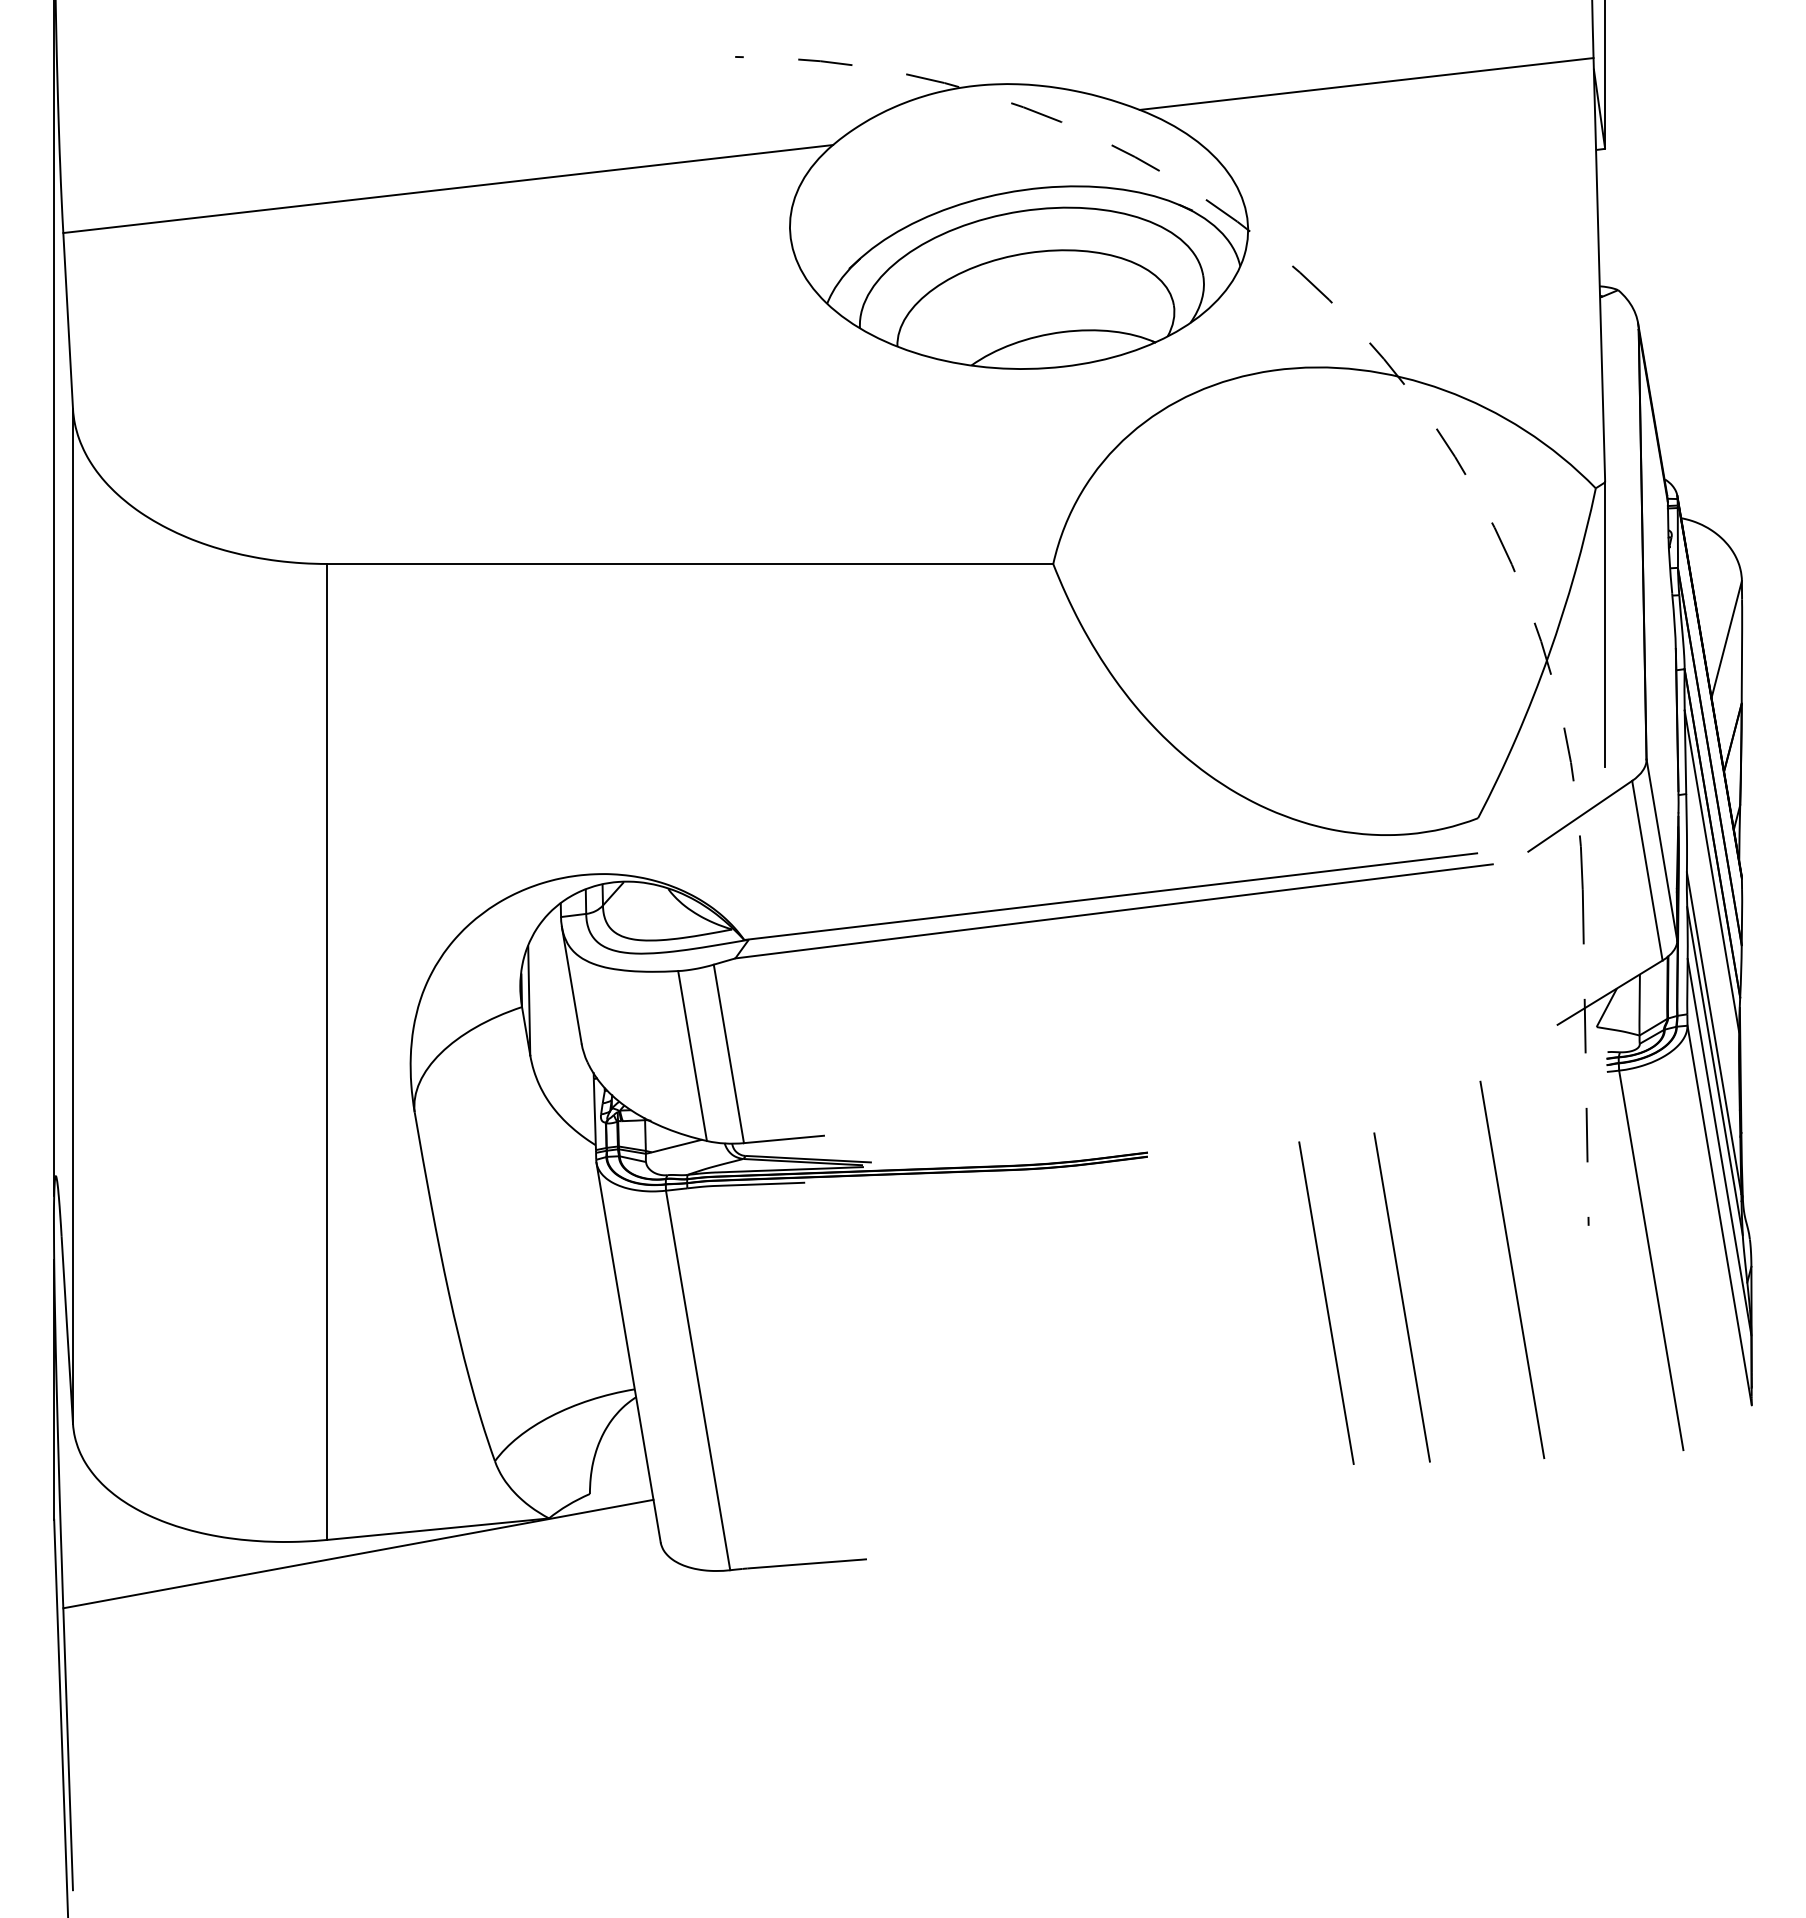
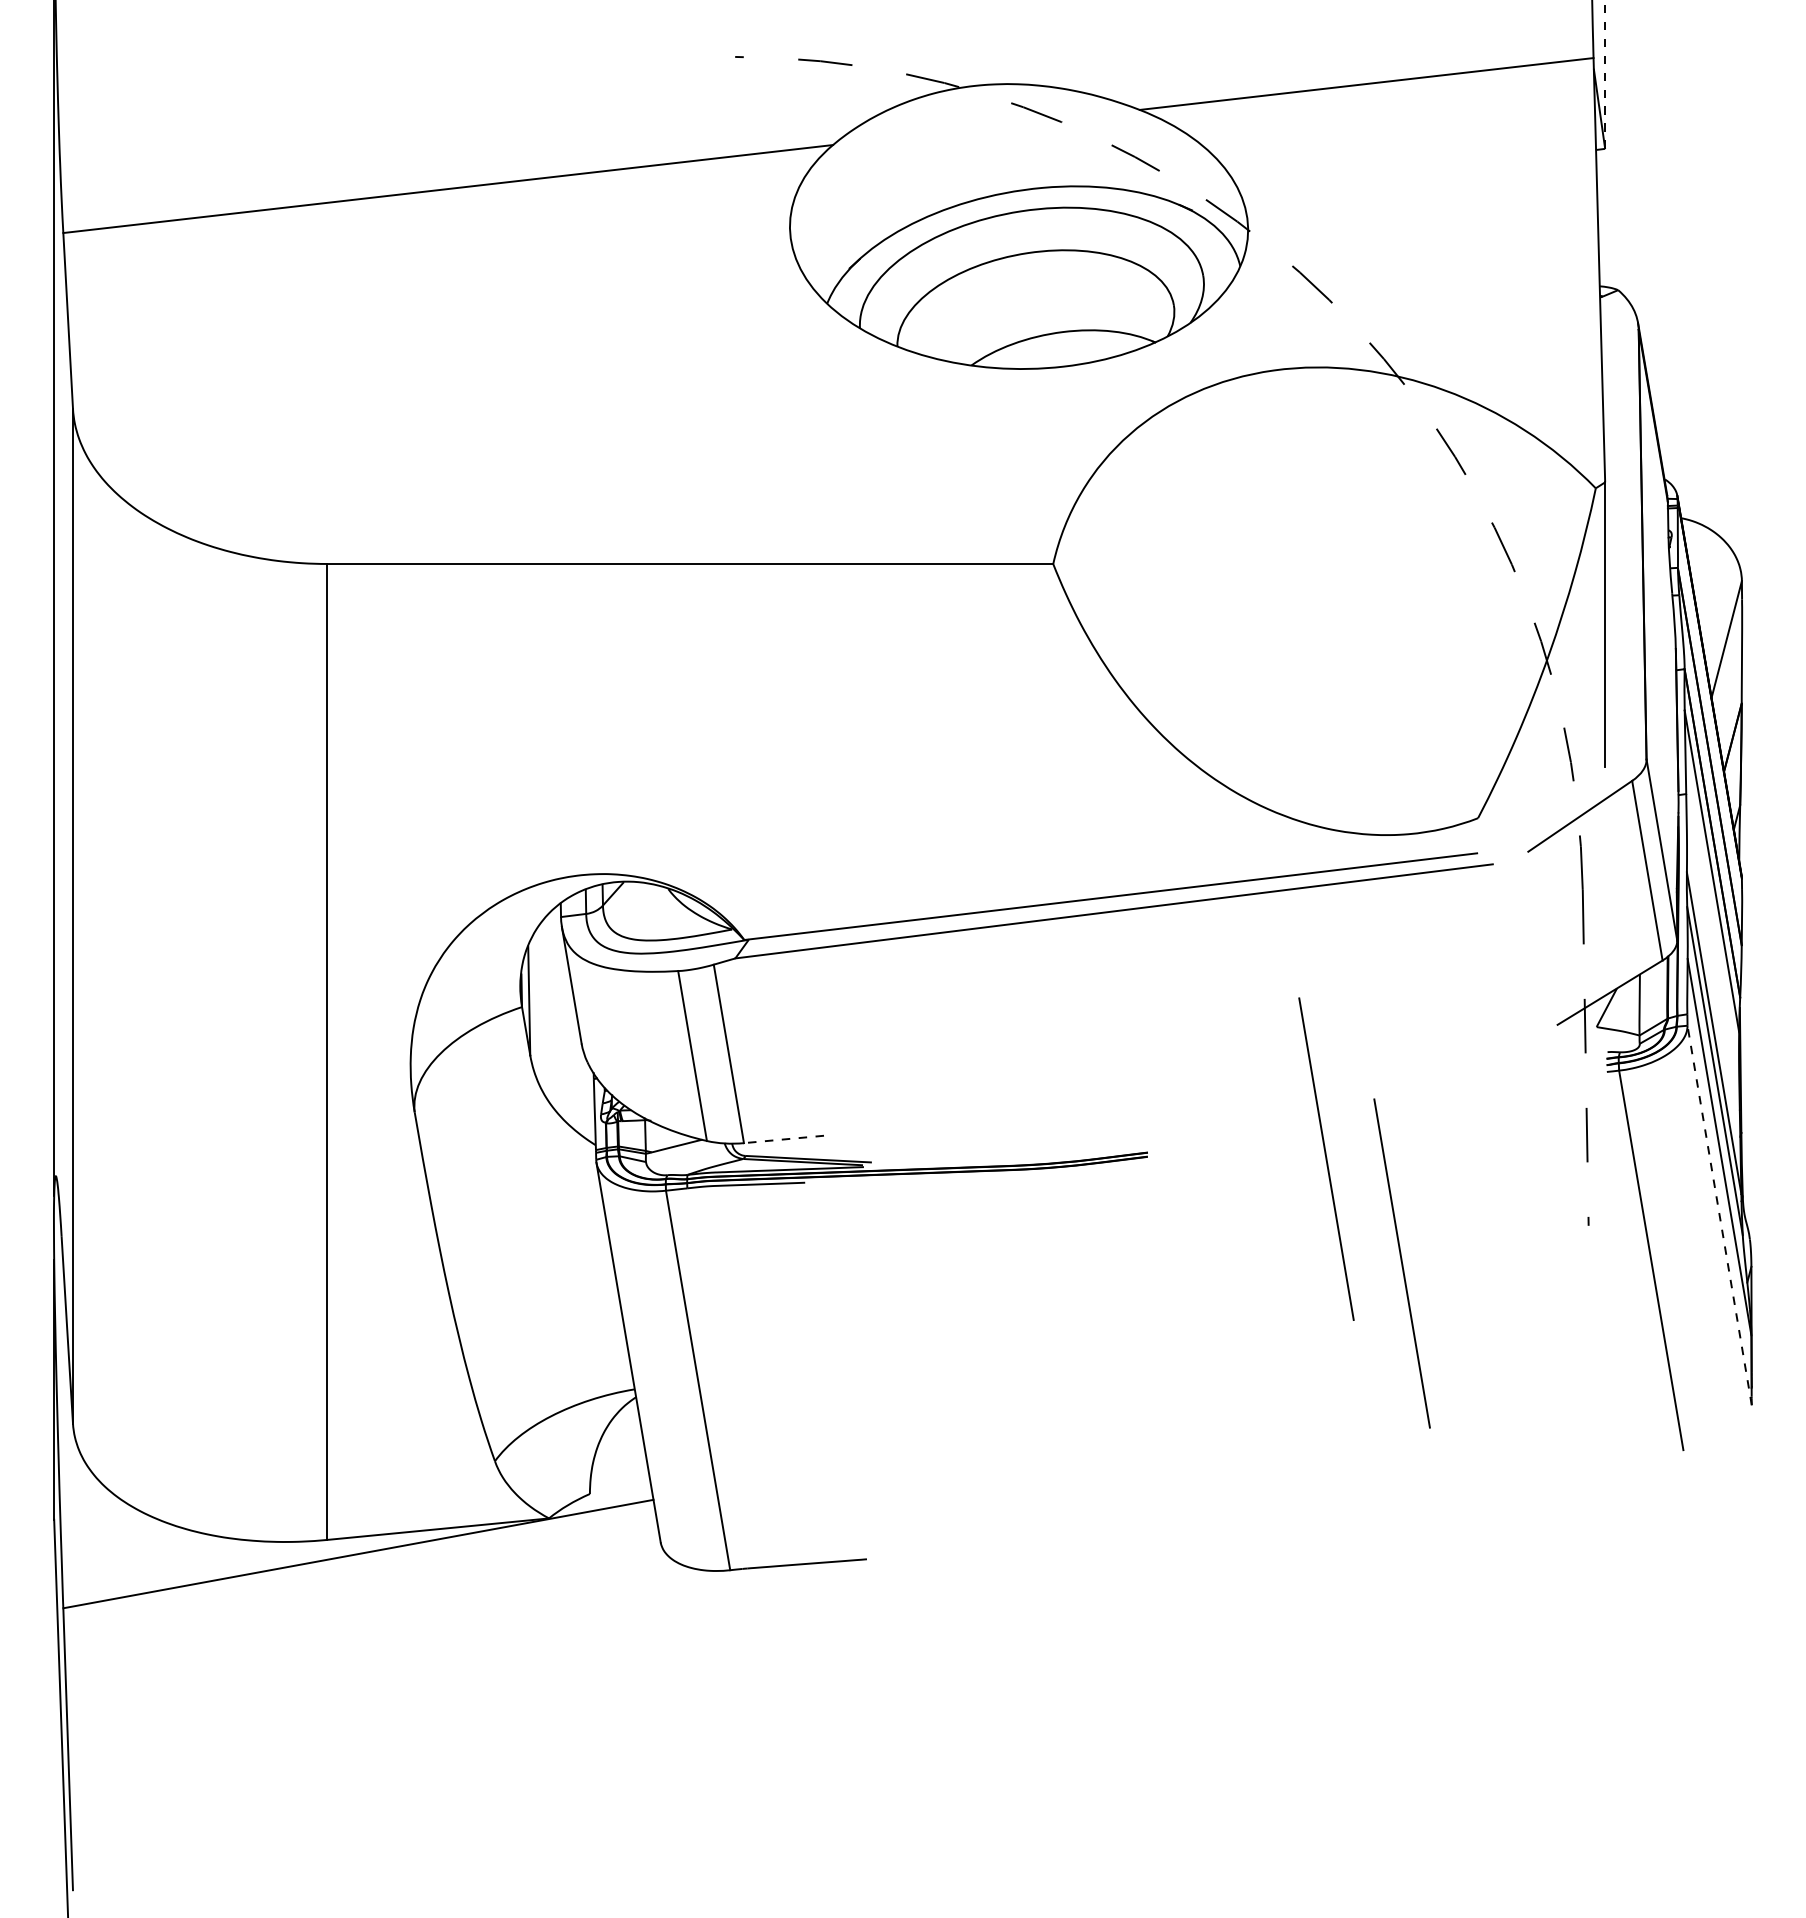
line at (1605, 74): solid -> dashed
line at (783, 1139): solid -> dashed
line at (1719, 1215): solid -> dashed
line at (1512, 1269): present -> none
line at (1401, 1297) position: (1401, 1297) -> (1401, 1263)
line at (1326, 1302) position: (1326, 1302) -> (1326, 1158)
